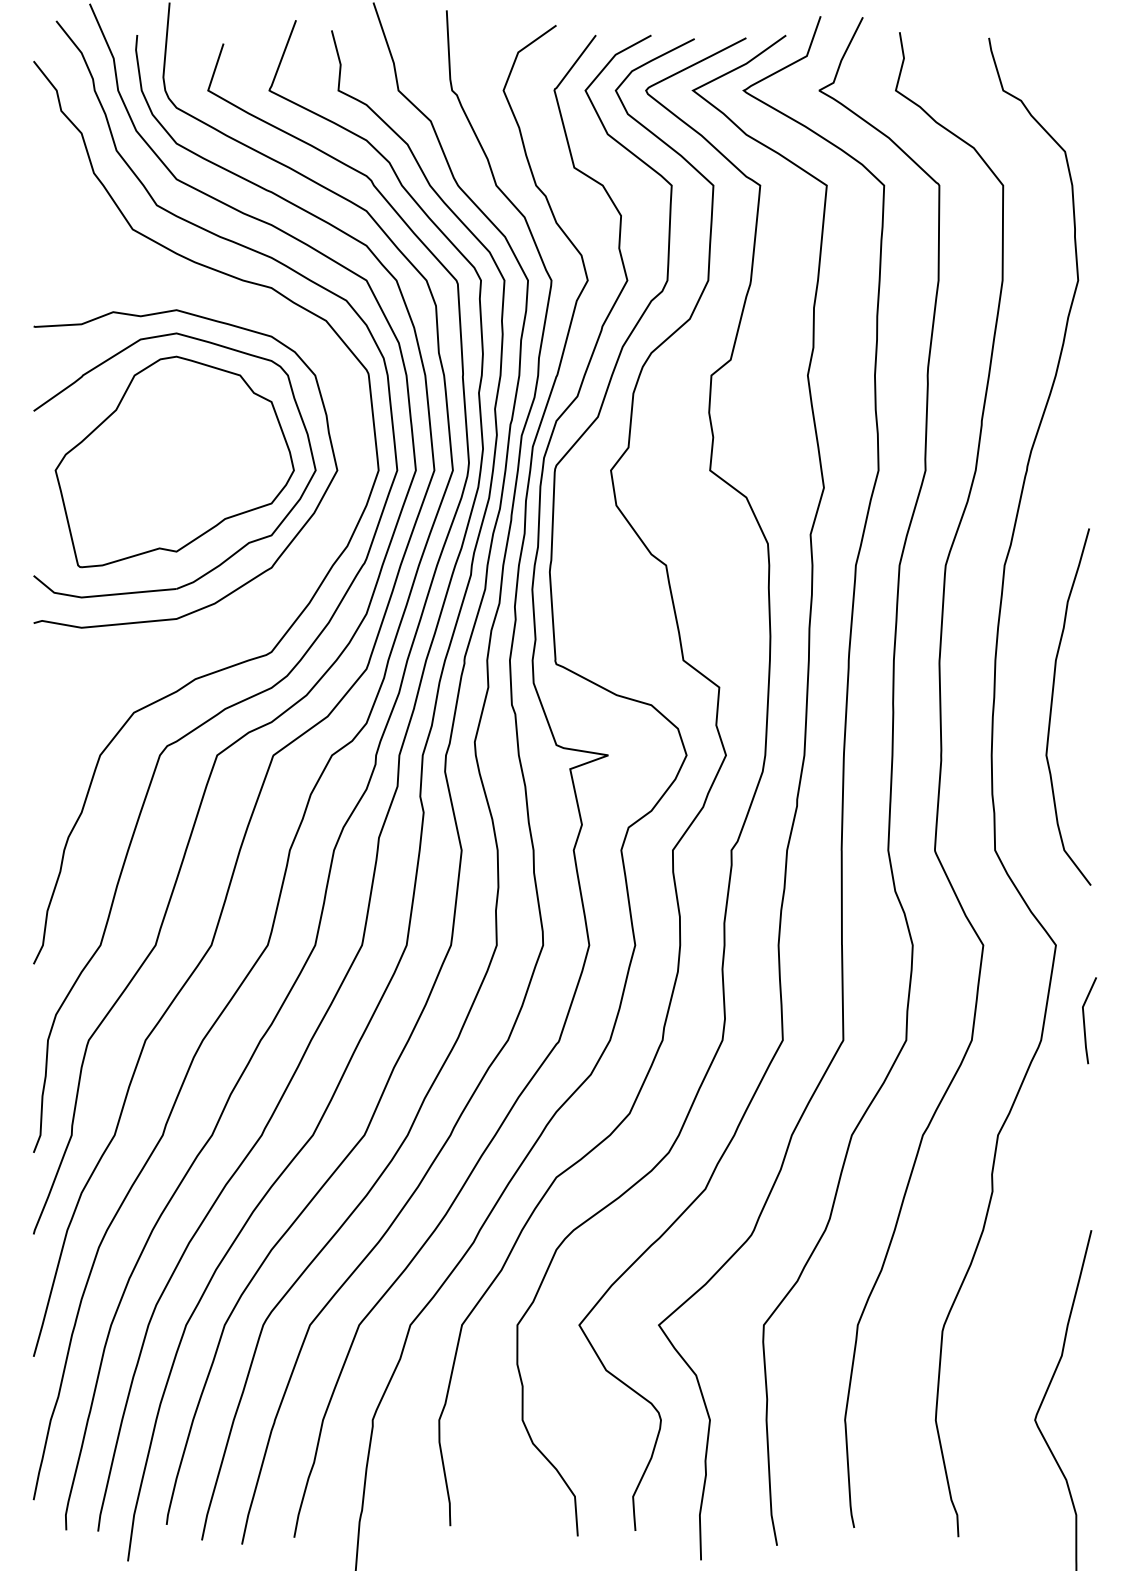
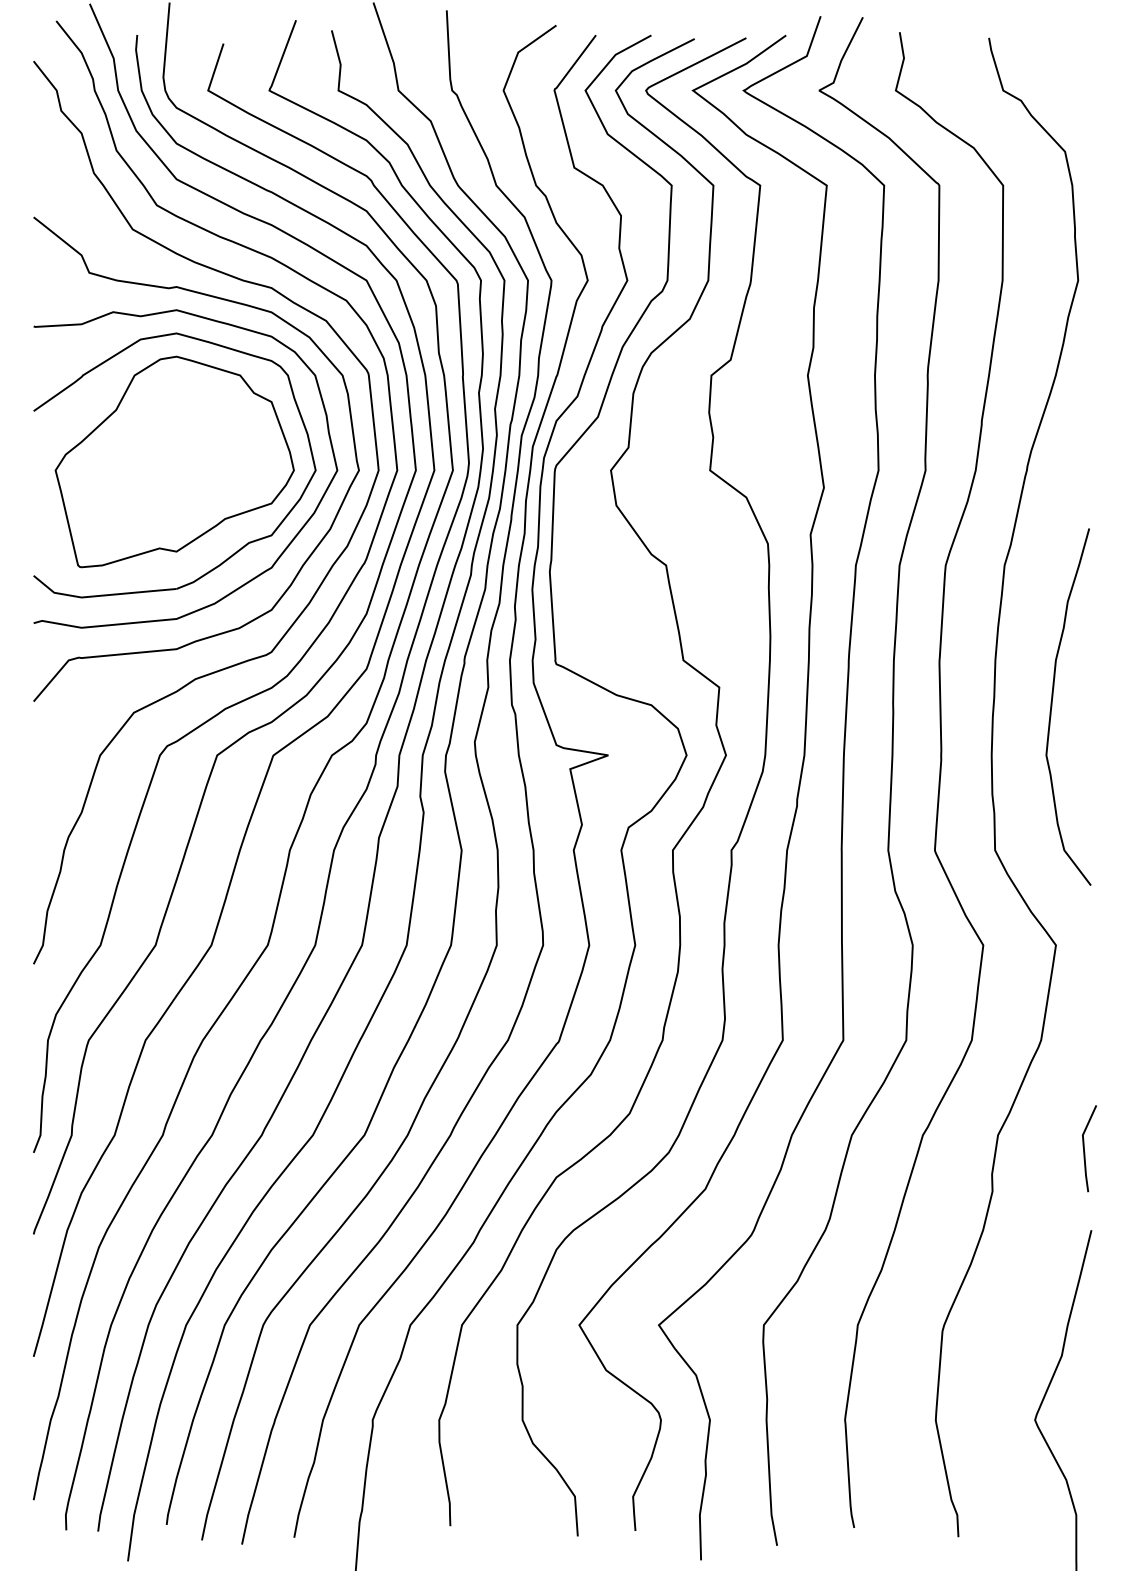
curve at (316, 545): none -> present
line at (1084, 1020) position: (1084, 1020) -> (1084, 1148)
